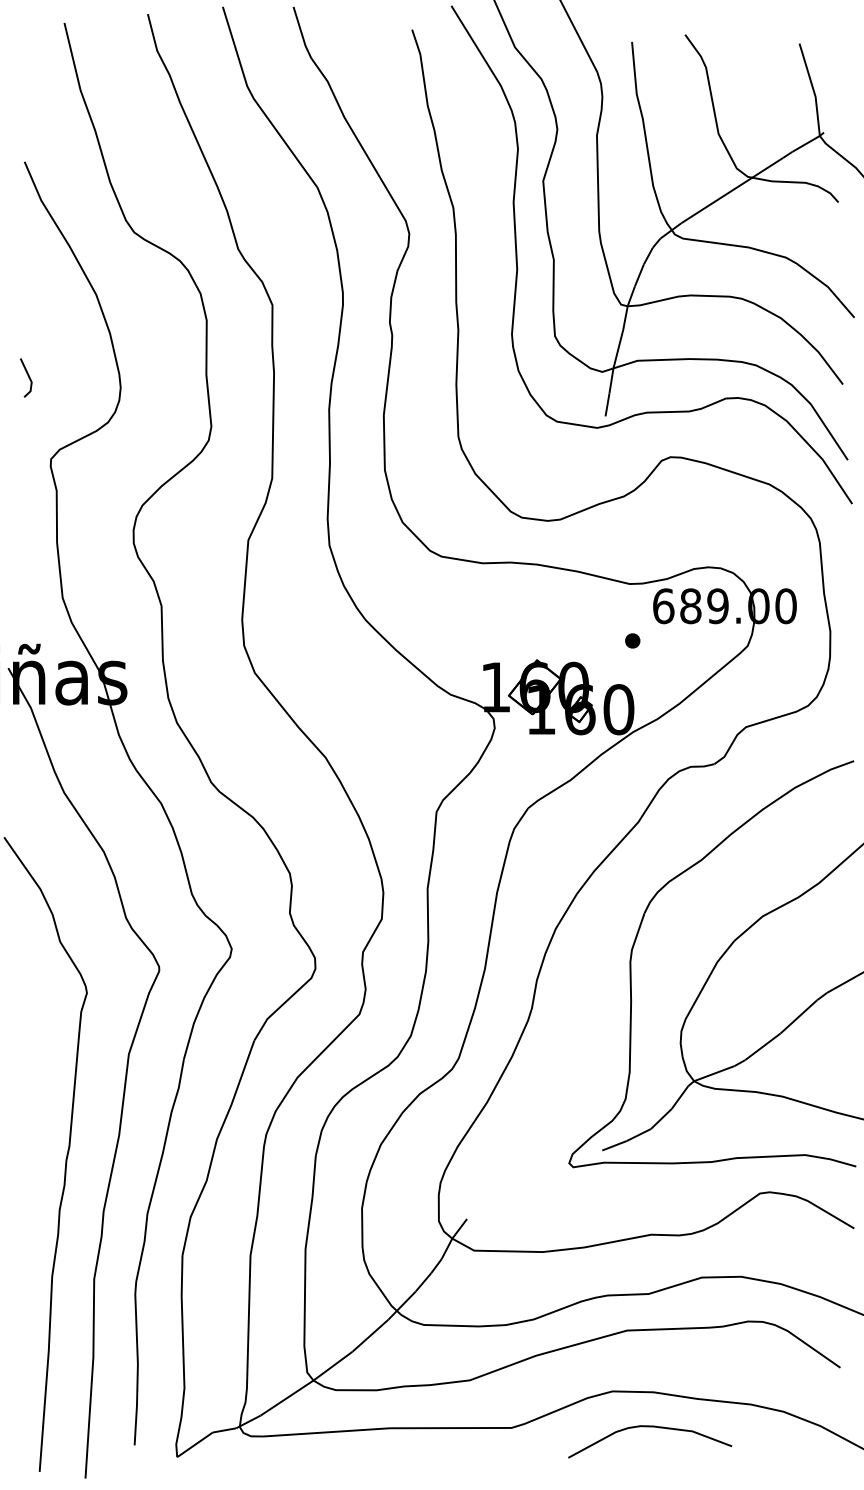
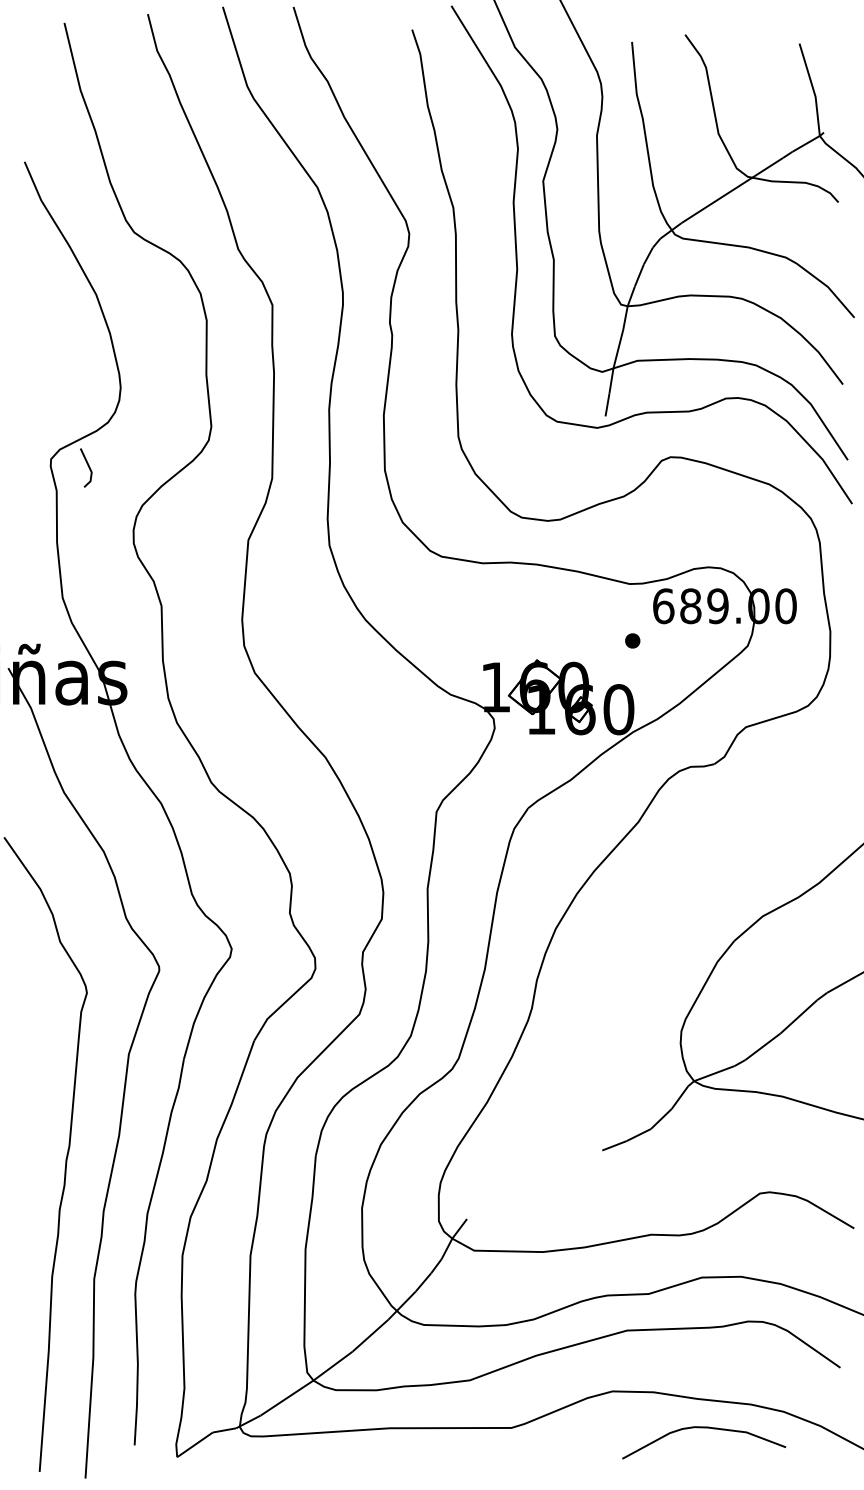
line at (28, 377) position: (28, 377) -> (88, 467)
part at (636, 940): present -> none
curve at (650, 1427) position: (650, 1427) -> (704, 1428)
